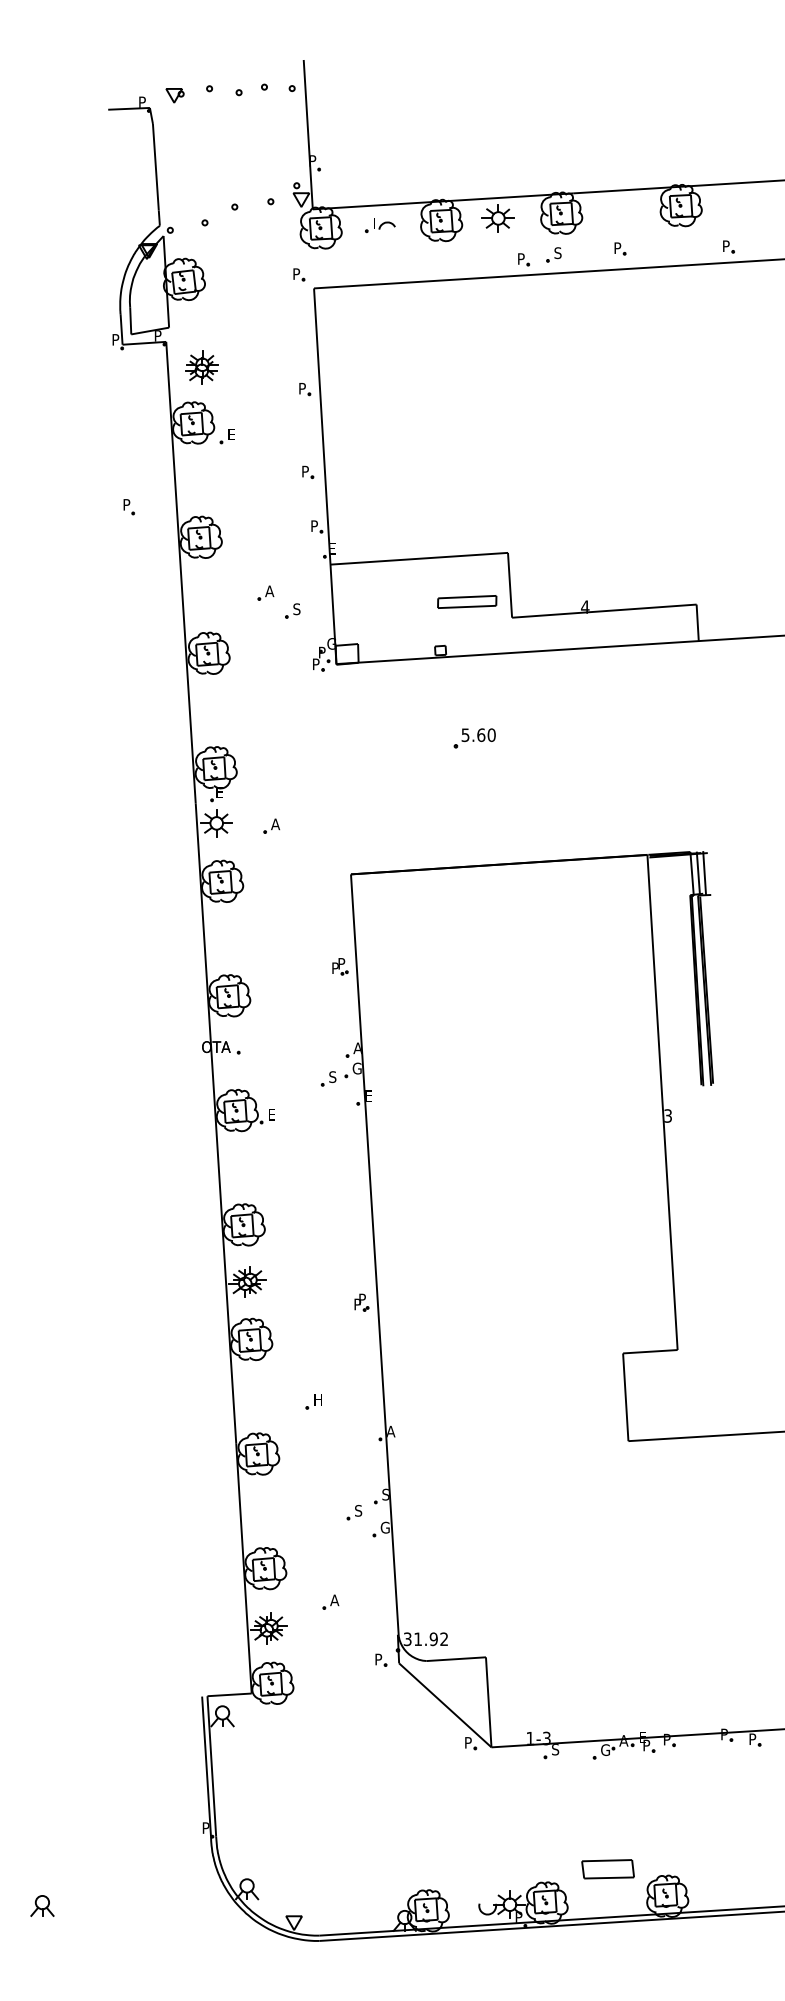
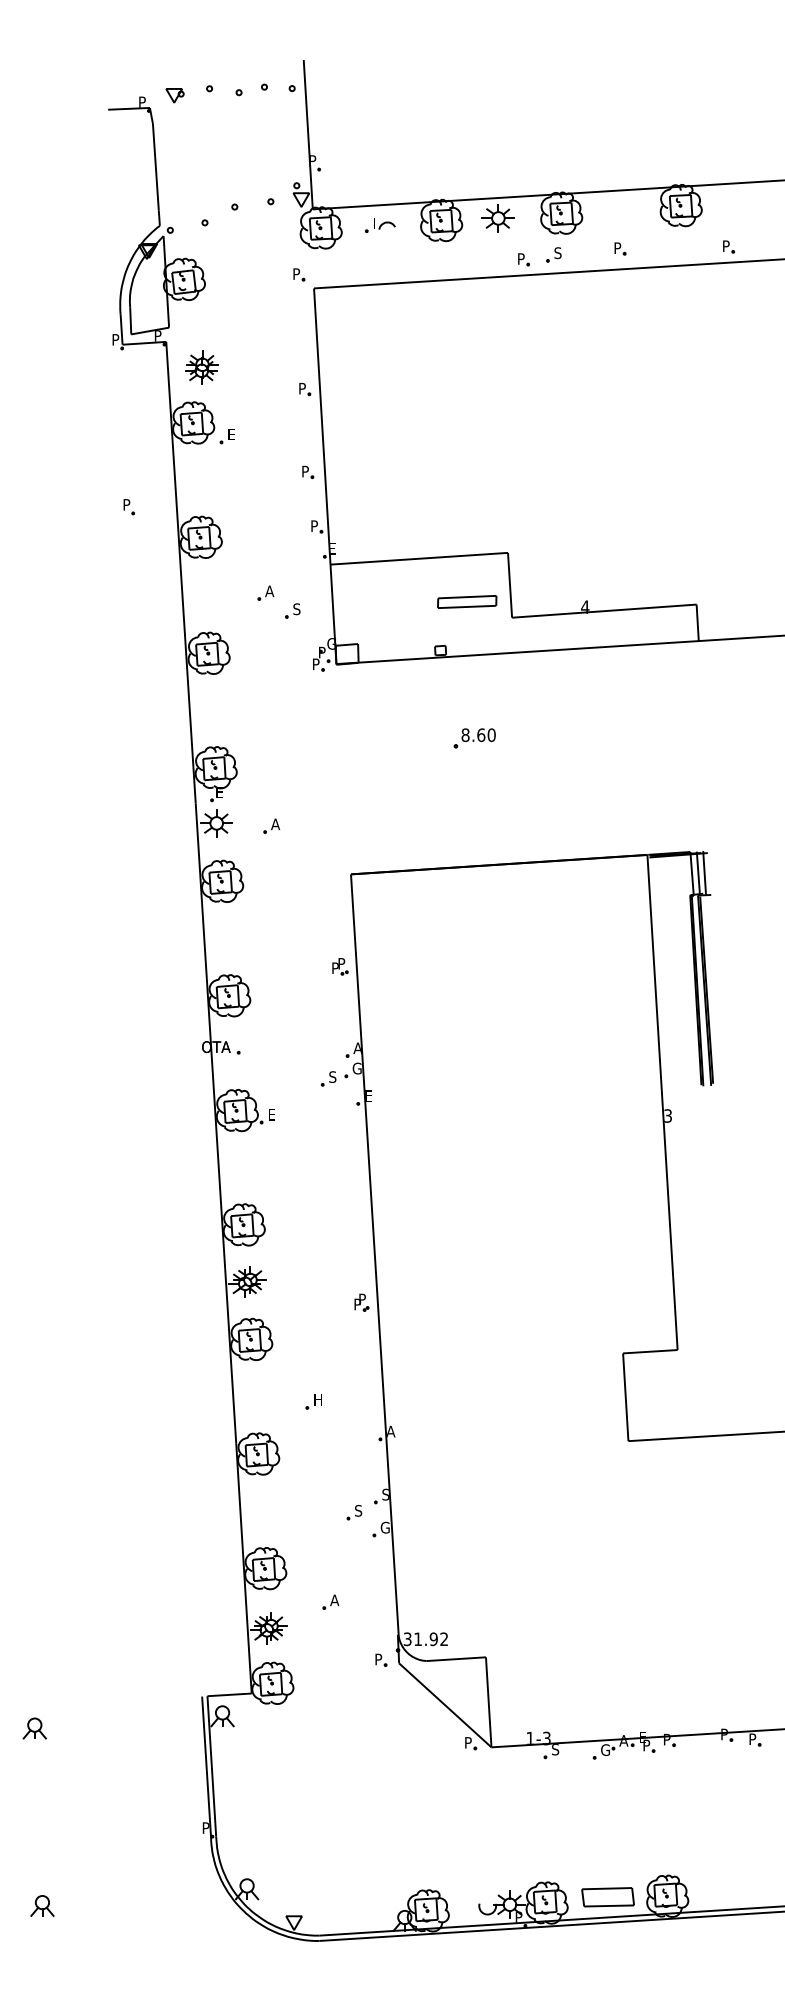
text at (465, 734): 5.60 -> 8.60
part at (34, 1728): none -> present
part at (607, 1869) position: (607, 1869) -> (607, 1897)
